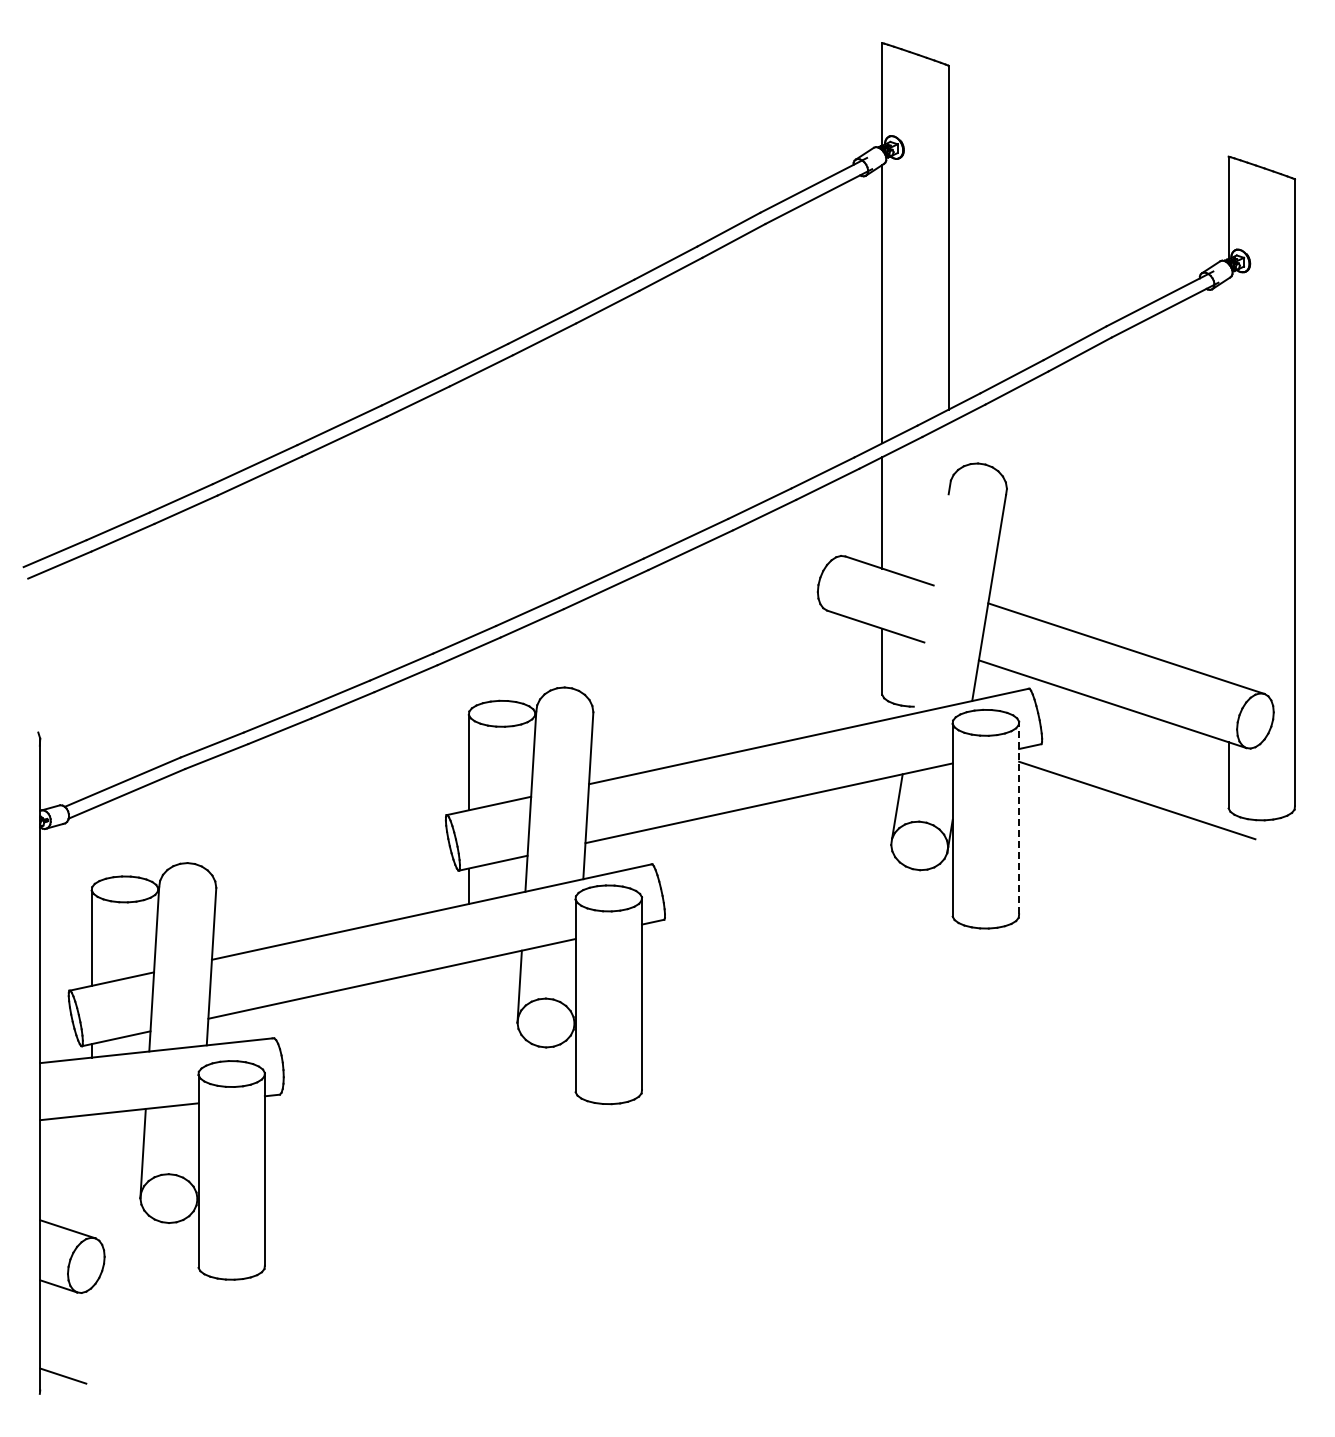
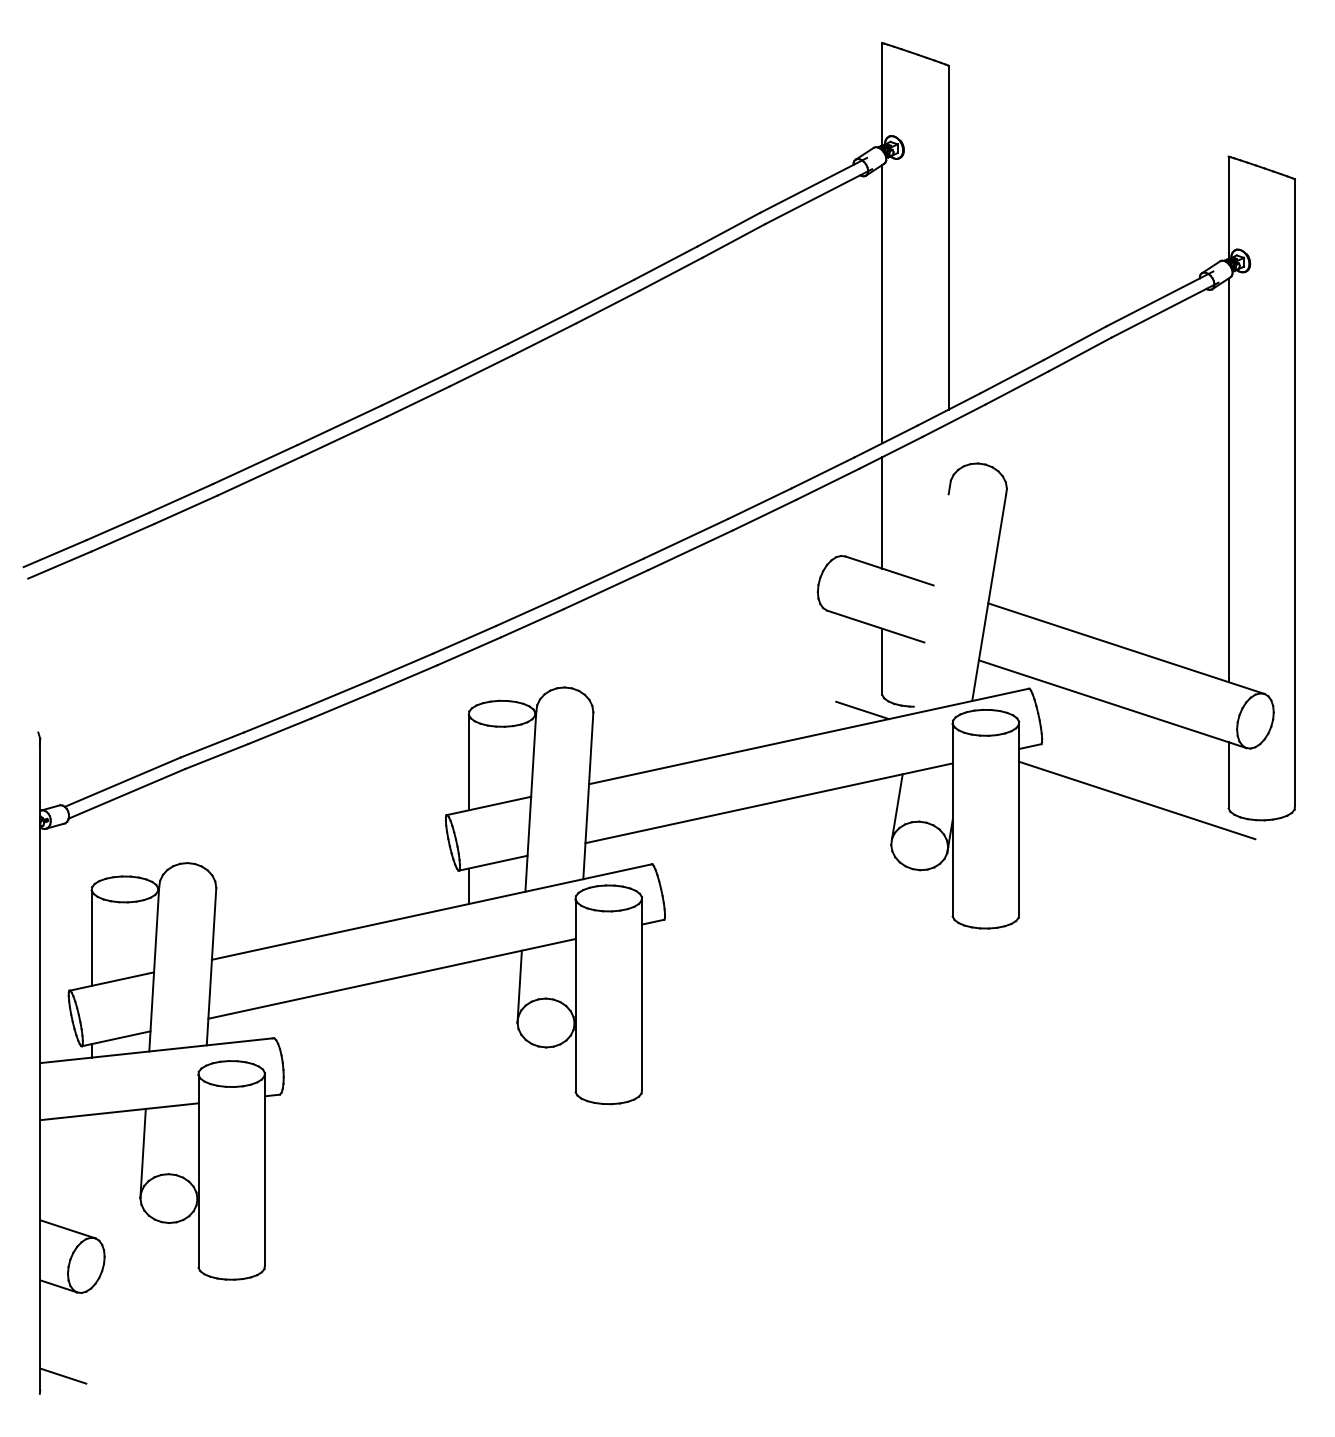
line at (1228, 480): none -> present
line at (862, 710): none -> present
line at (1019, 817): dashed -> solid
